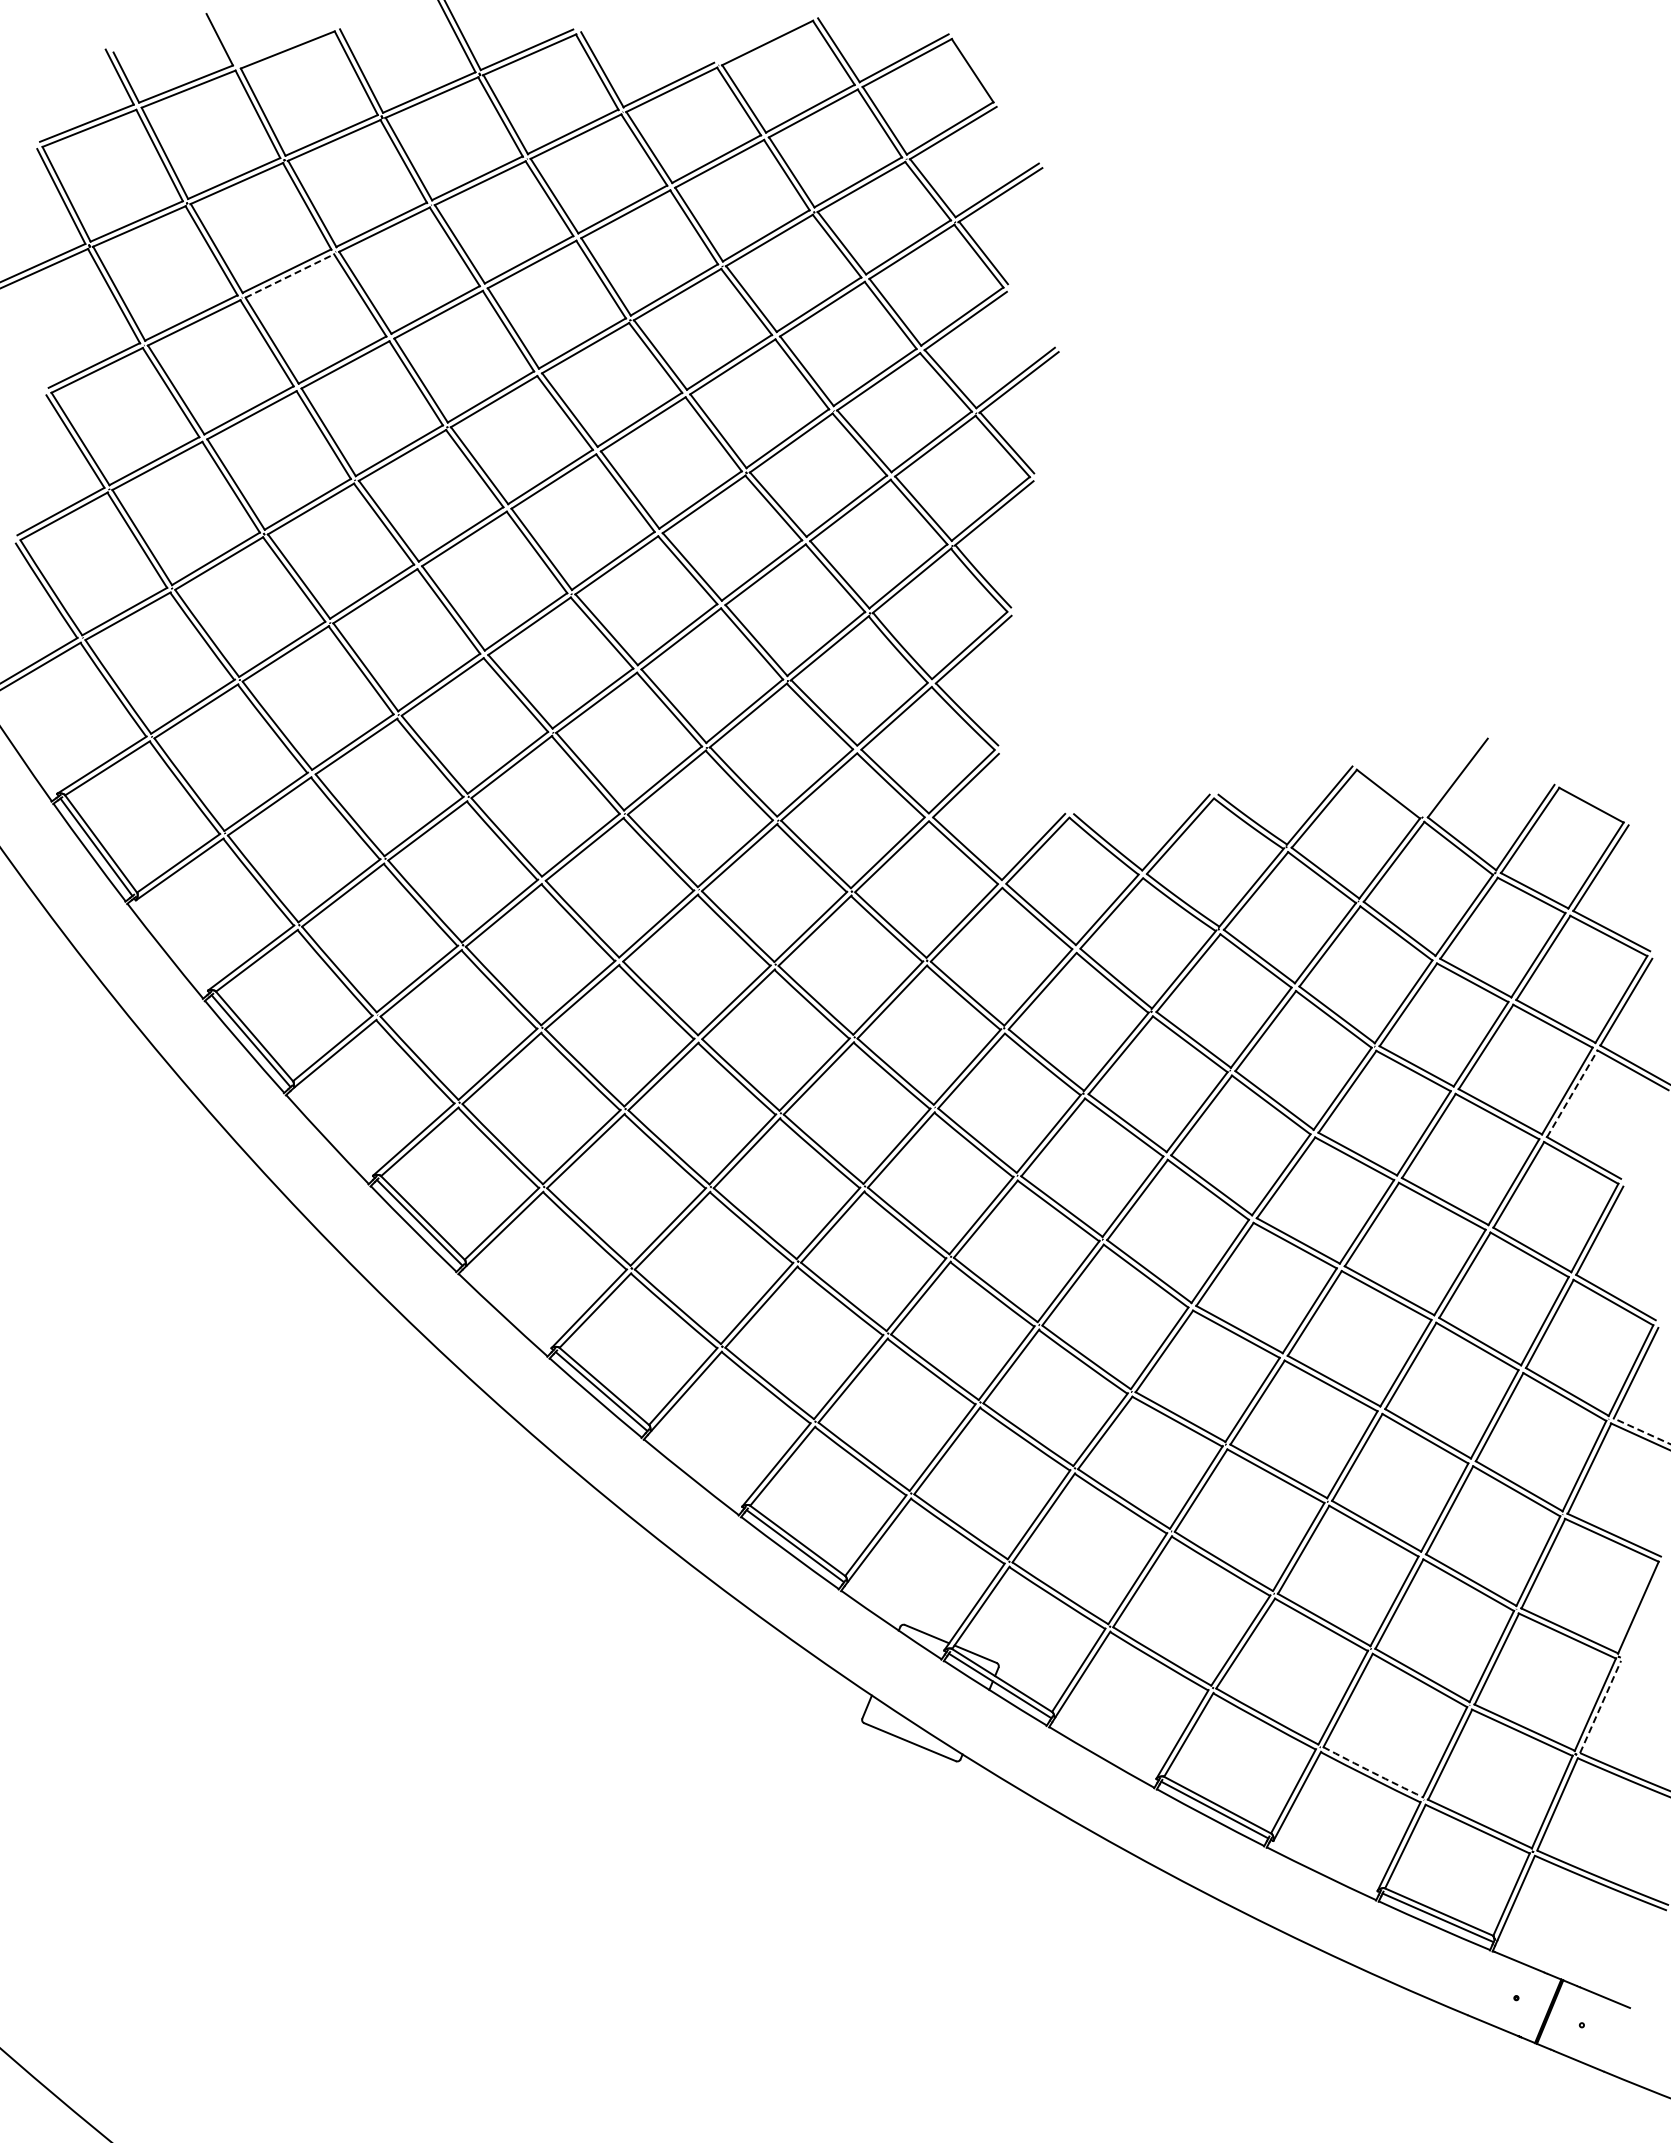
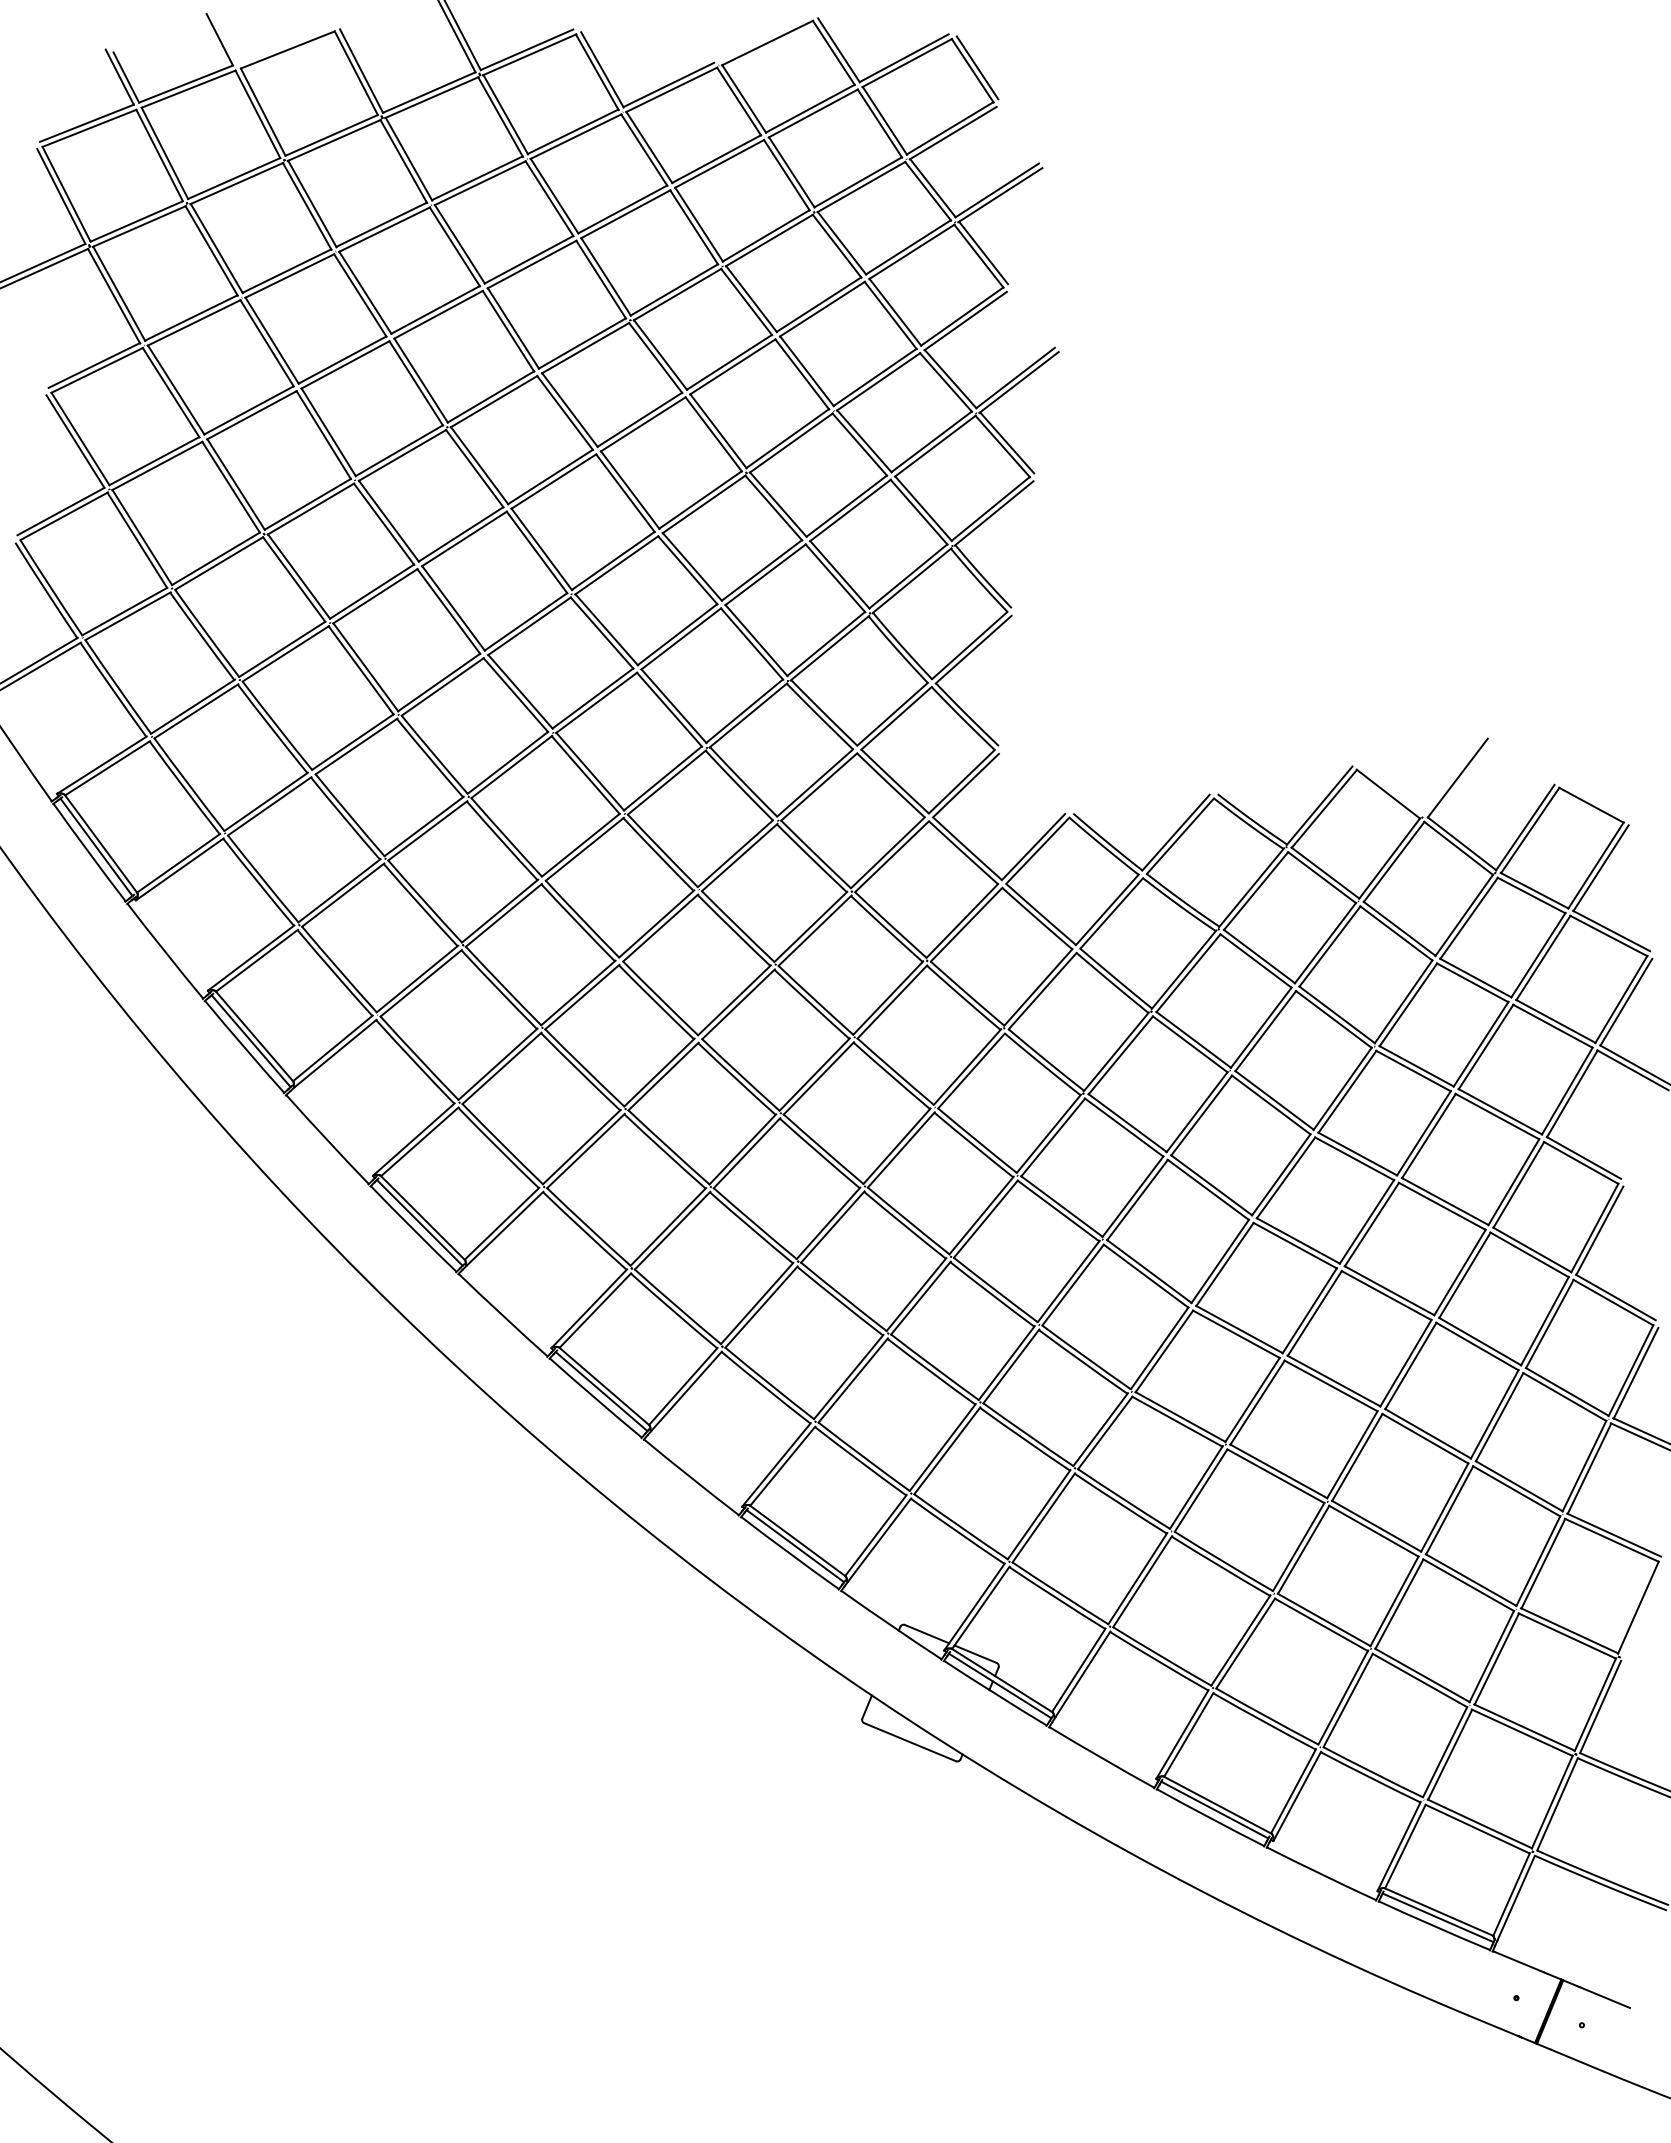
line at (977, 67): none -> present
line at (289, 276): dashed -> solid
line at (1572, 1093): dashed -> solid
line at (1641, 1430): dashed -> solid
line at (1600, 1706): dashed -> solid
arc at (1372, 1772): dashed -> solid
